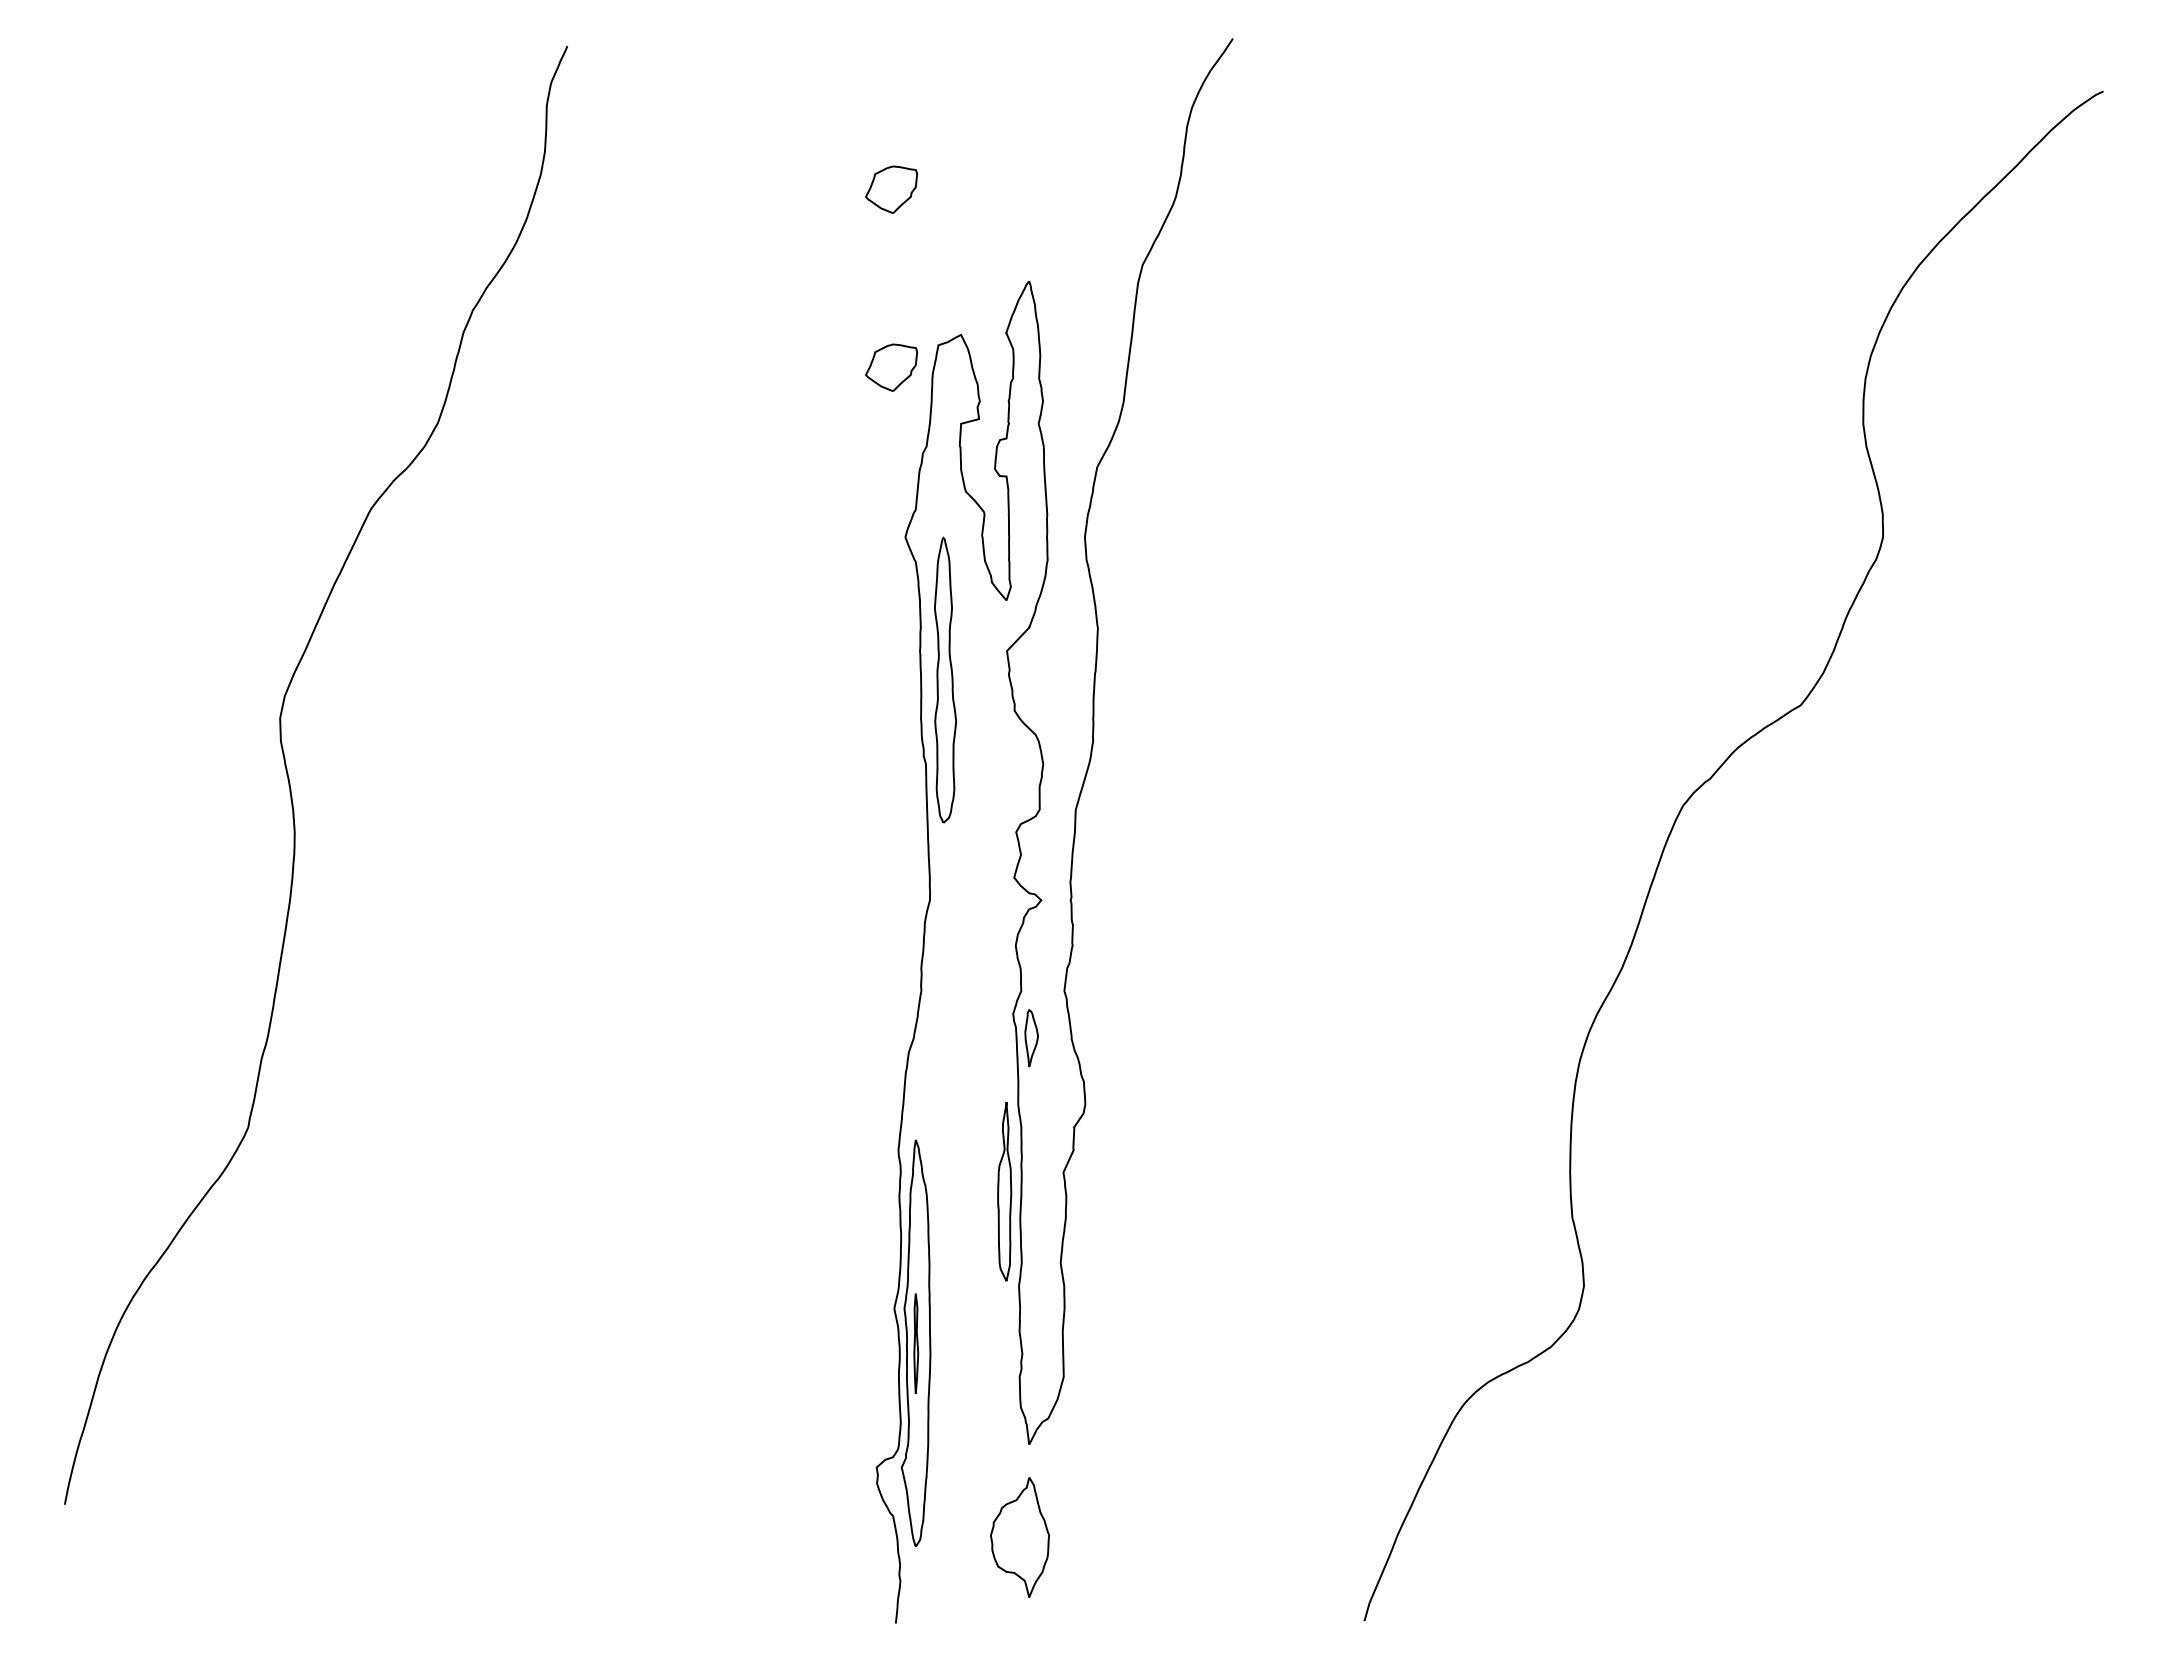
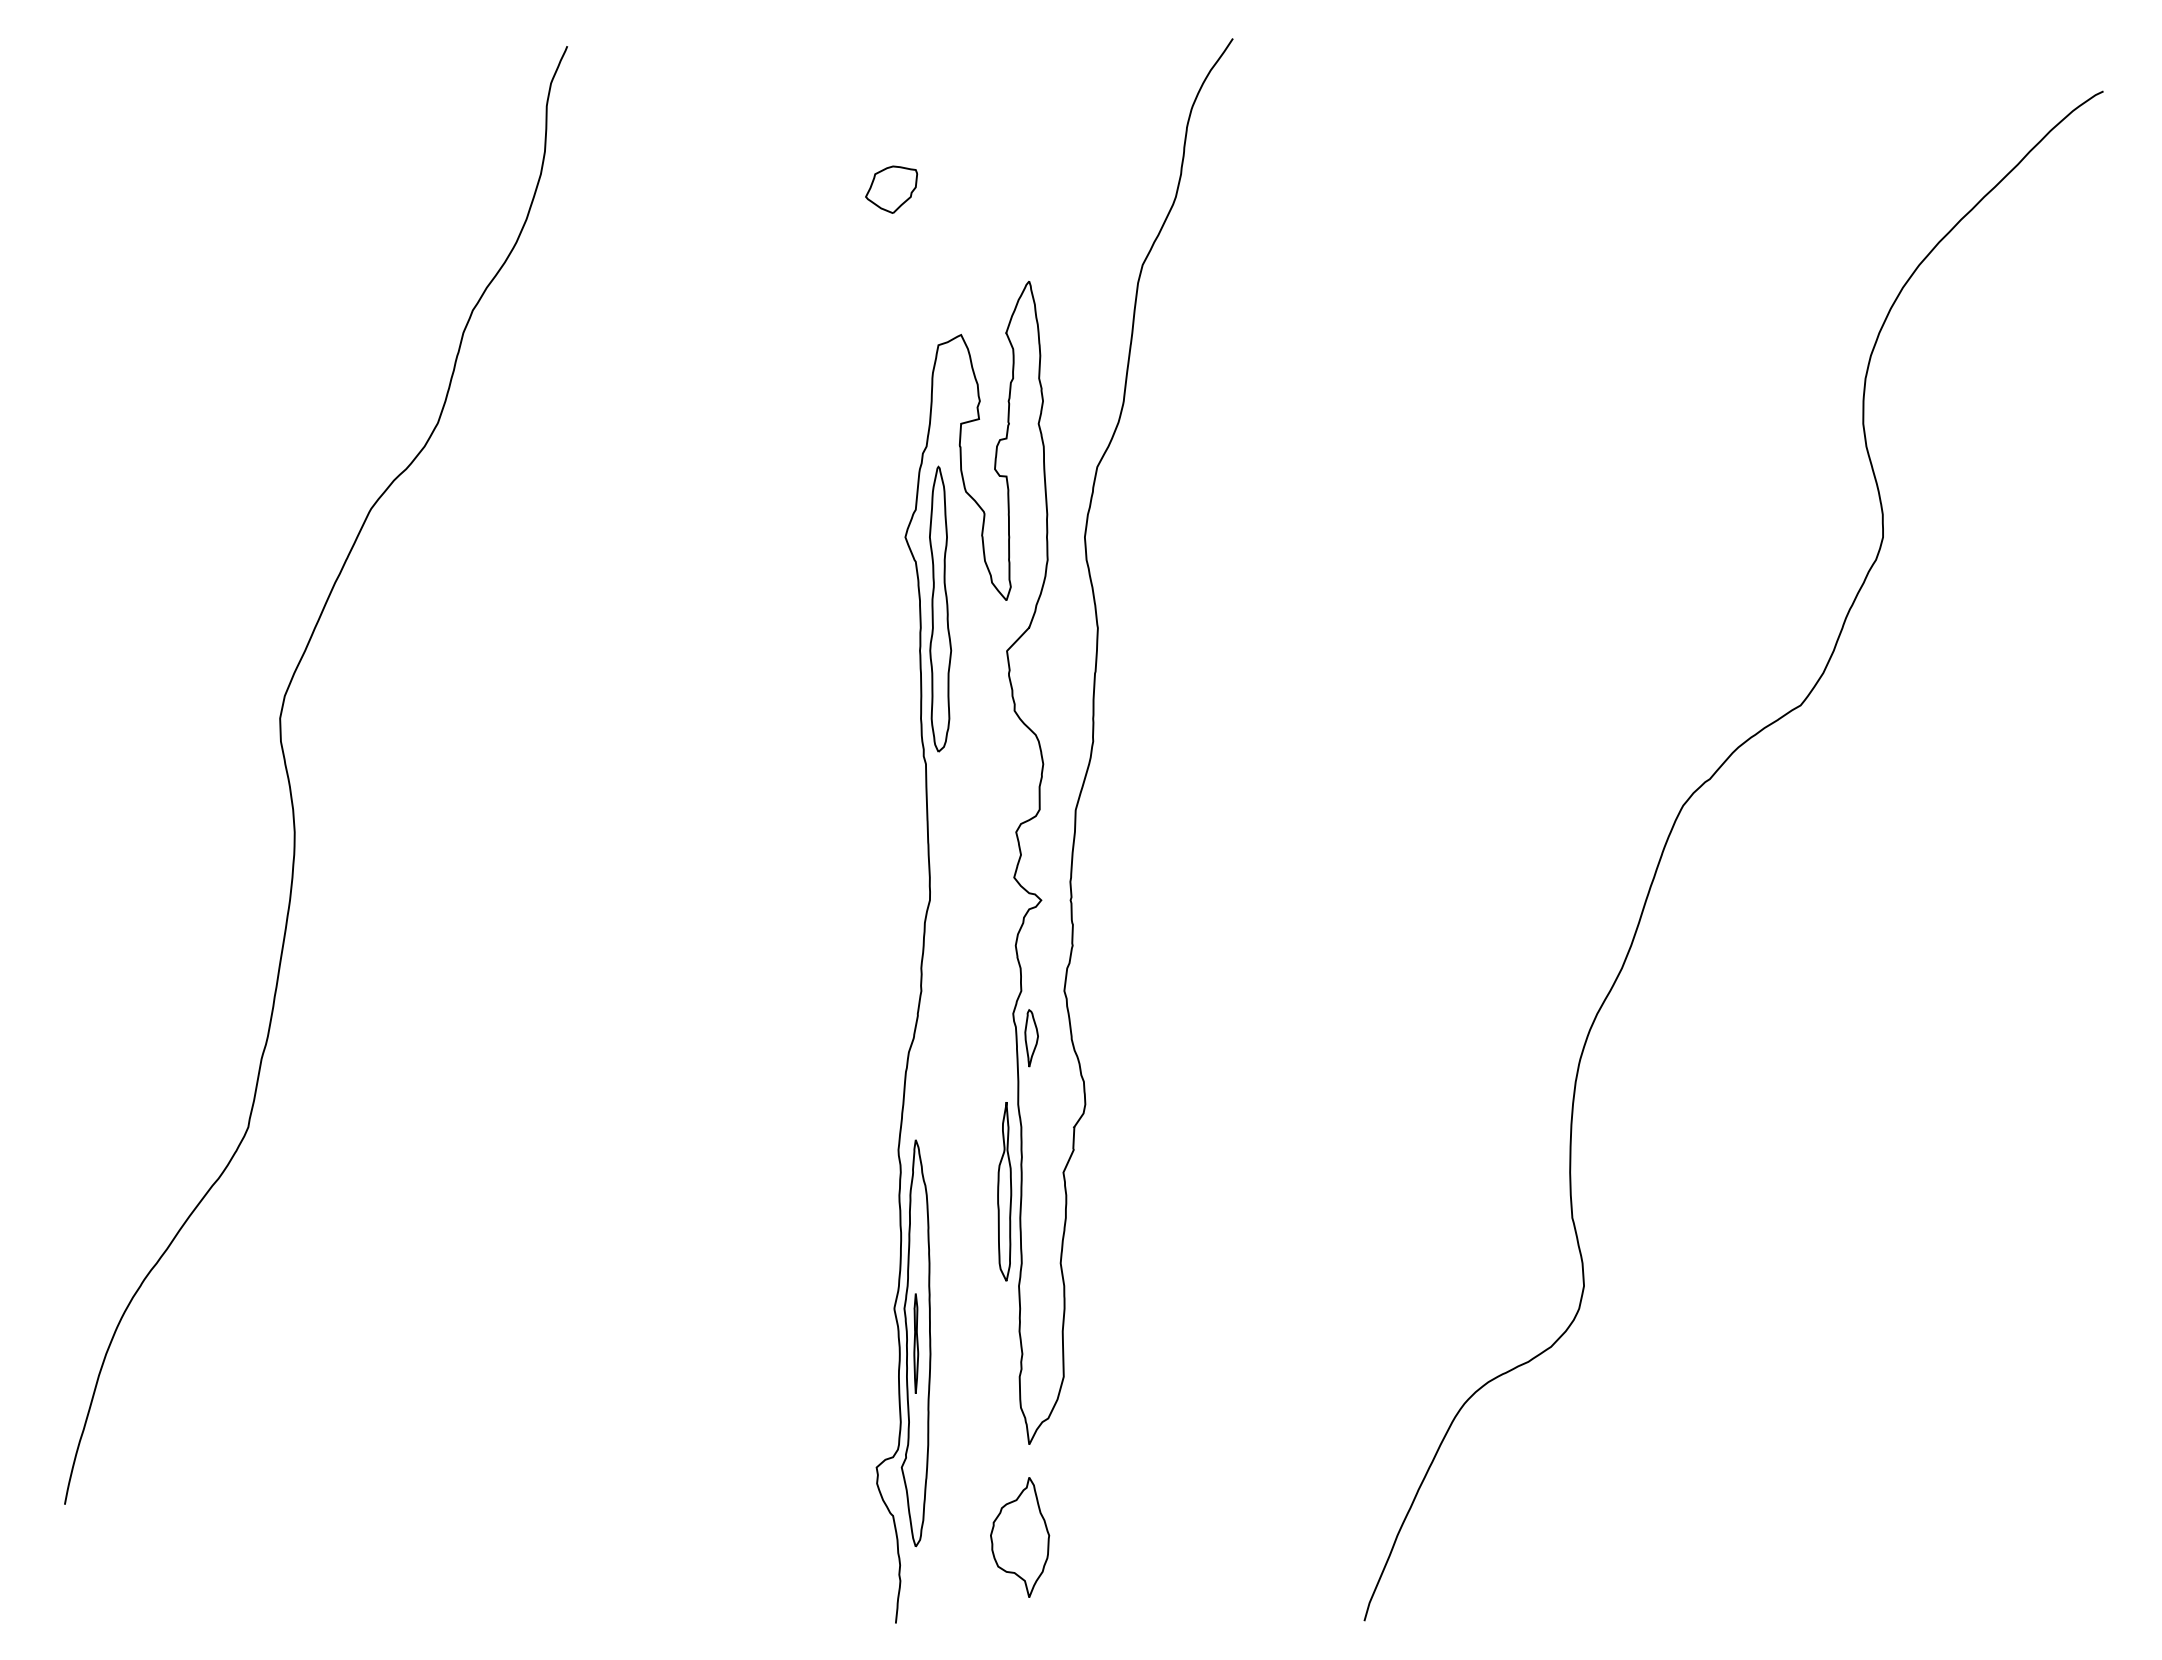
part at (891, 367): present -> none
part at (945, 679) position: (945, 679) -> (940, 608)
